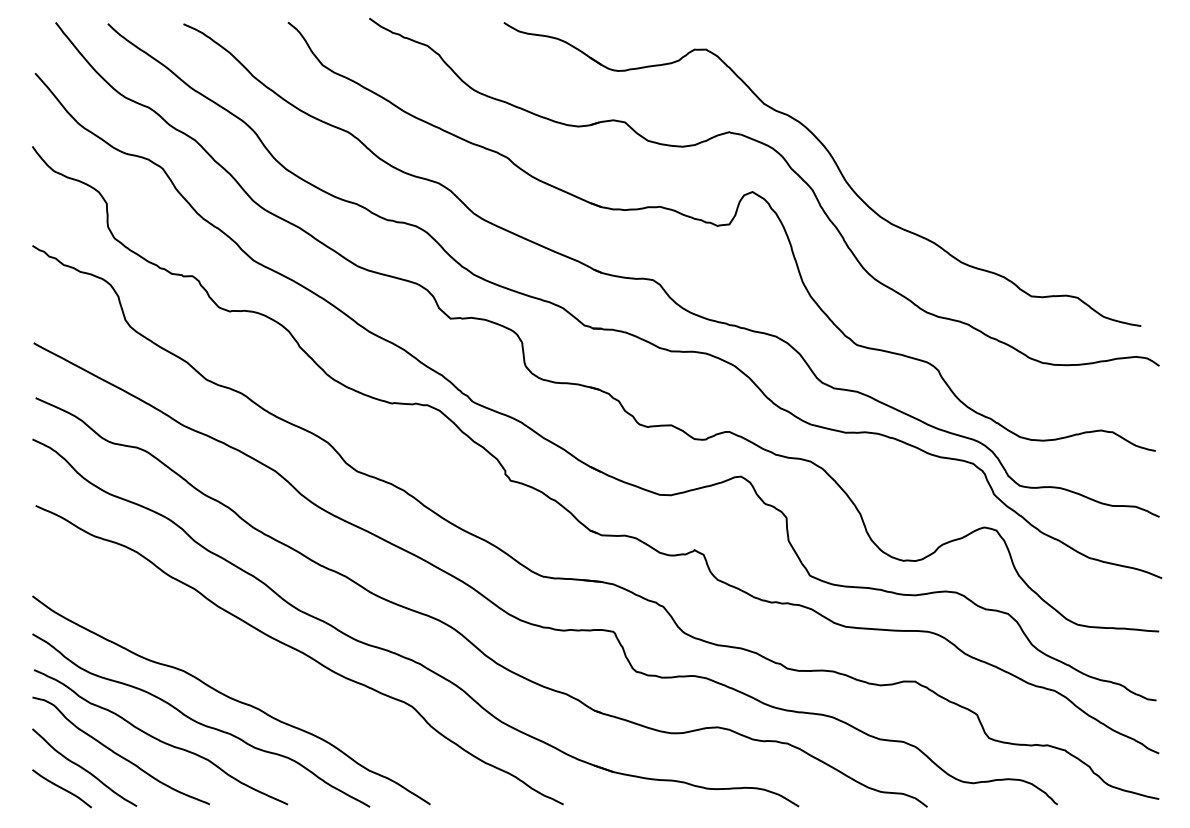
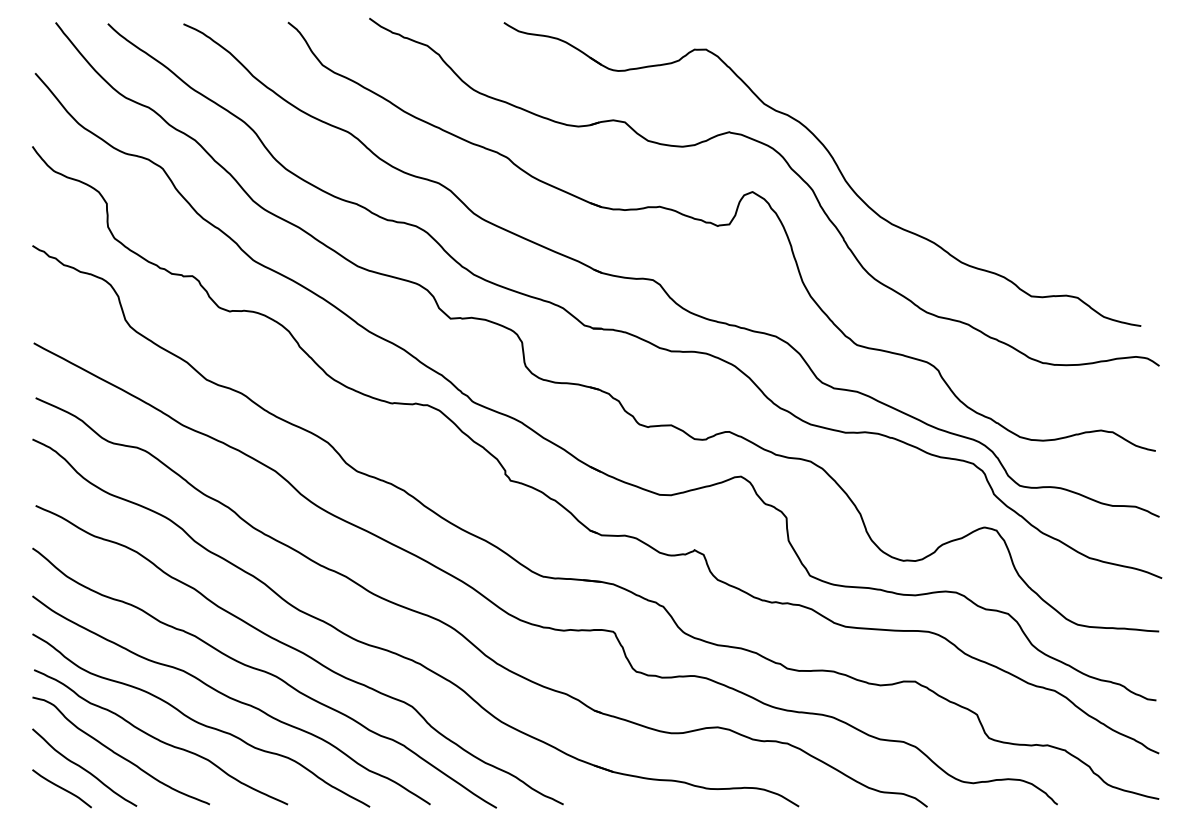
curve at (266, 673): none -> present
